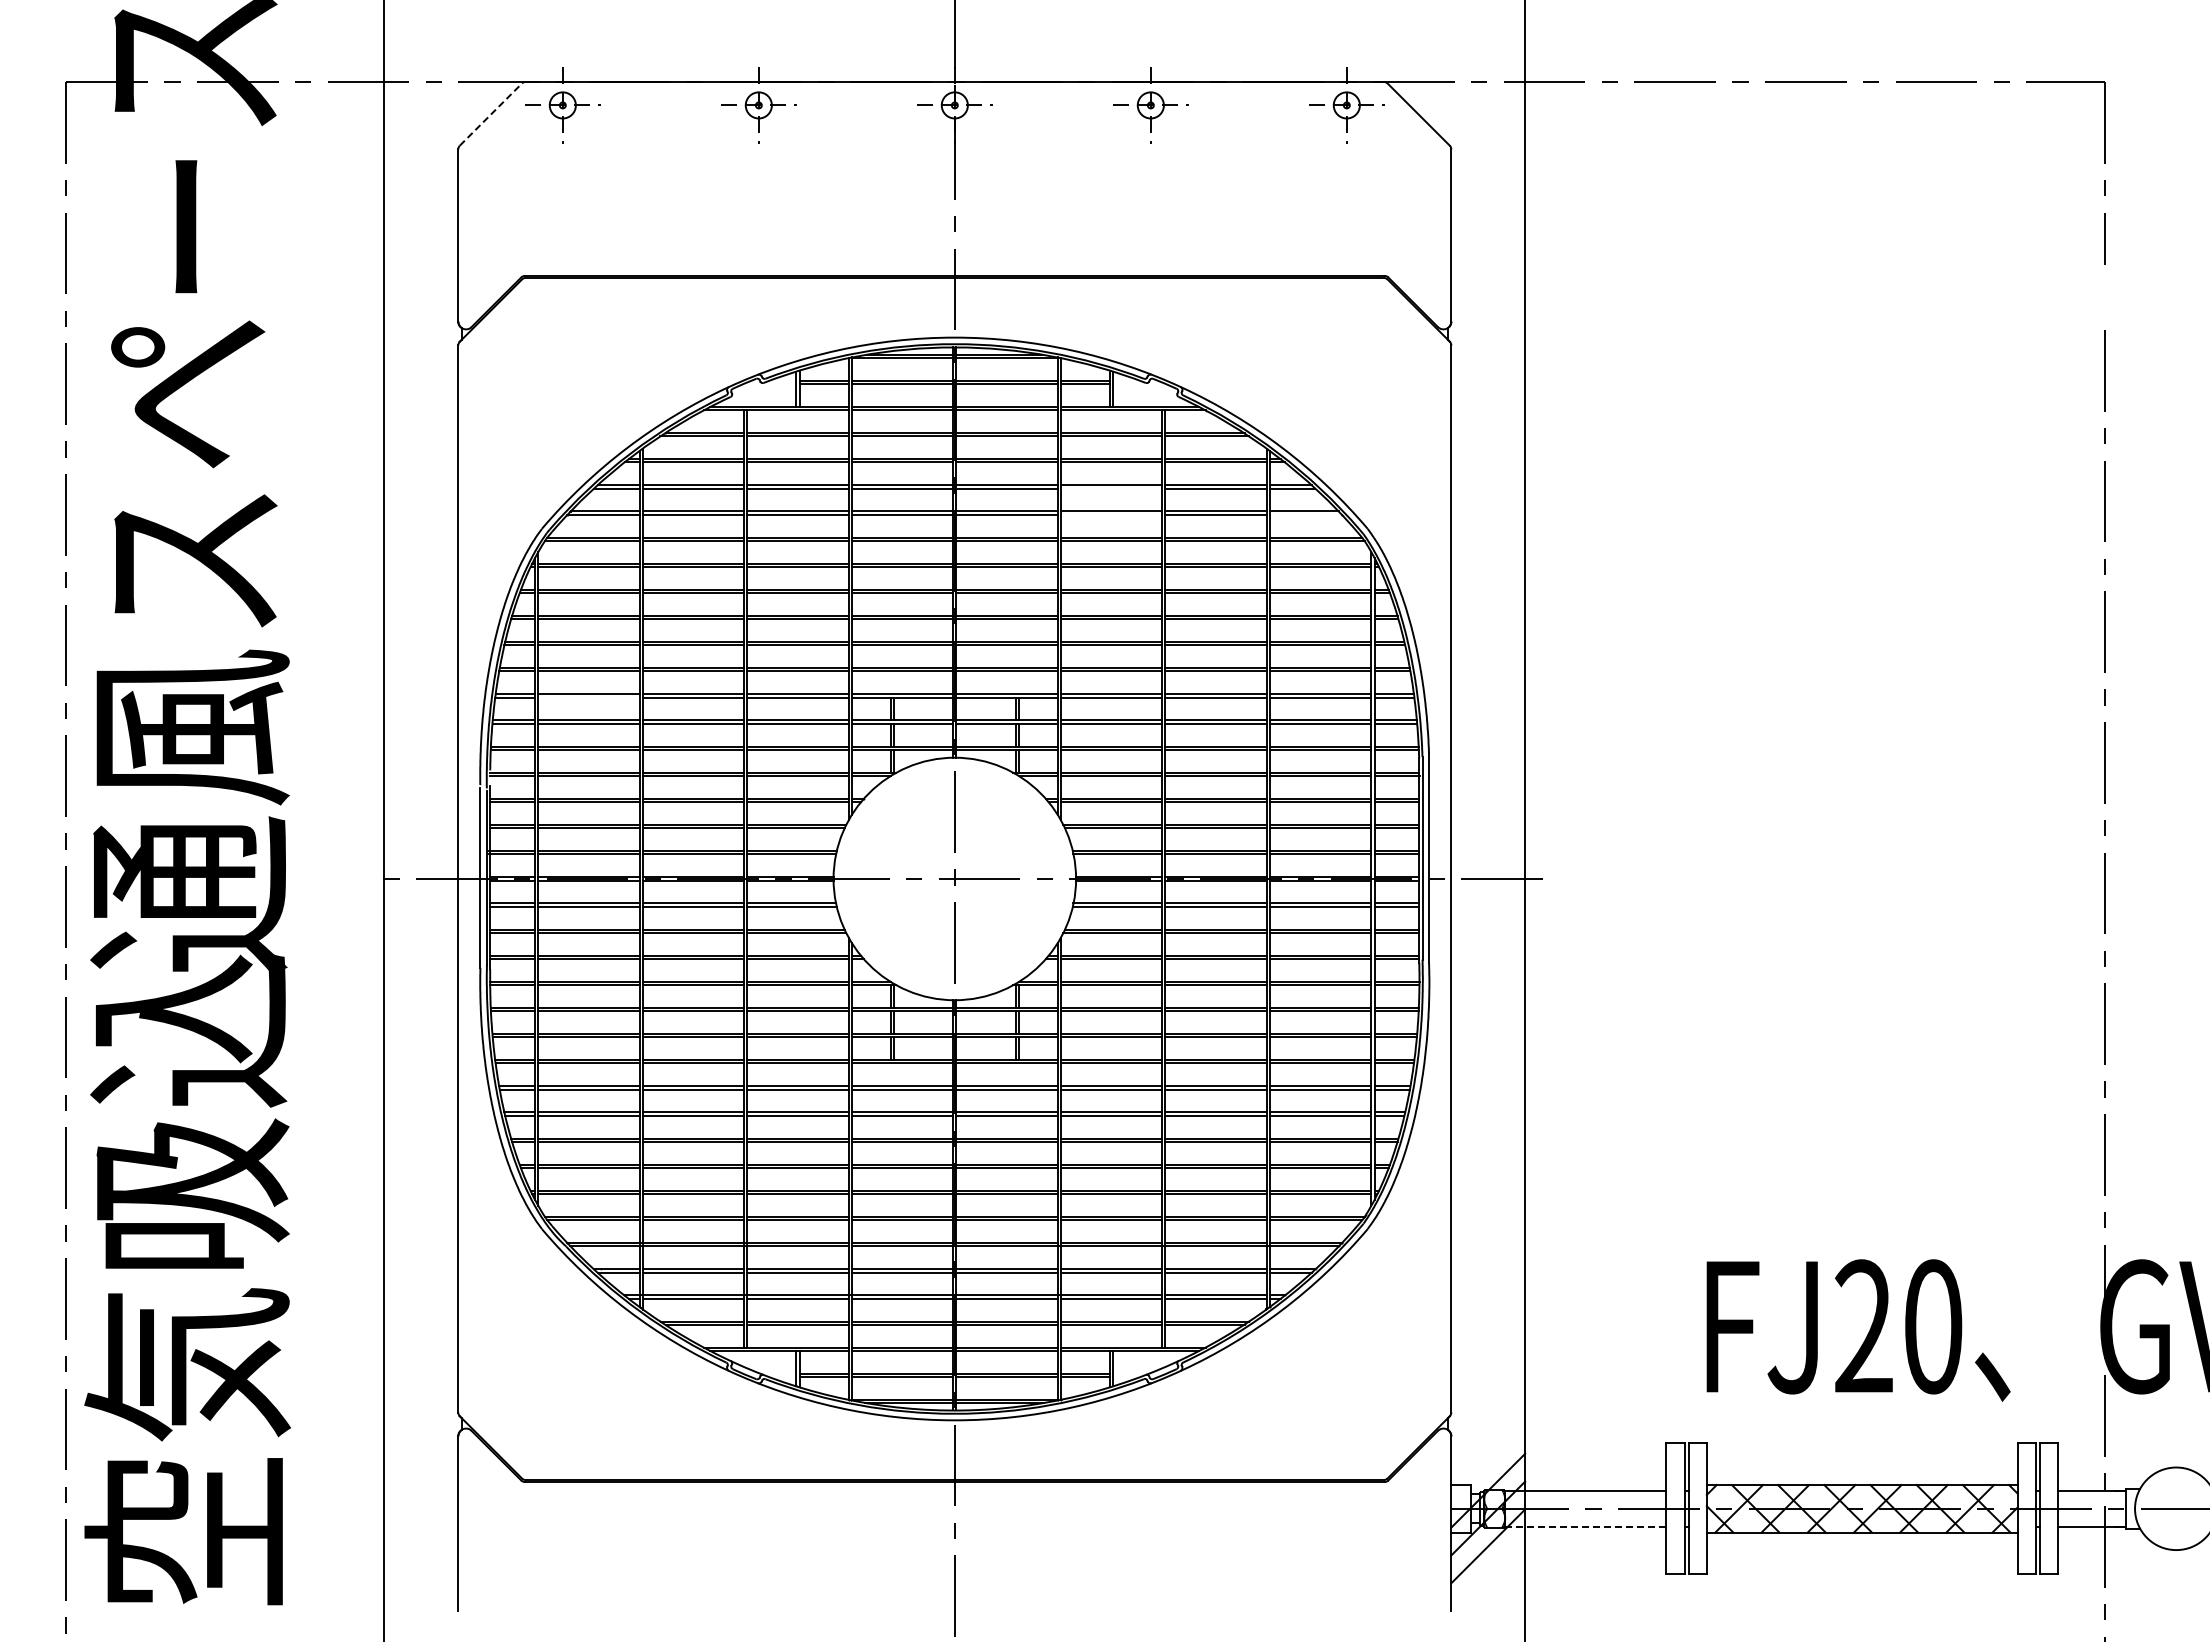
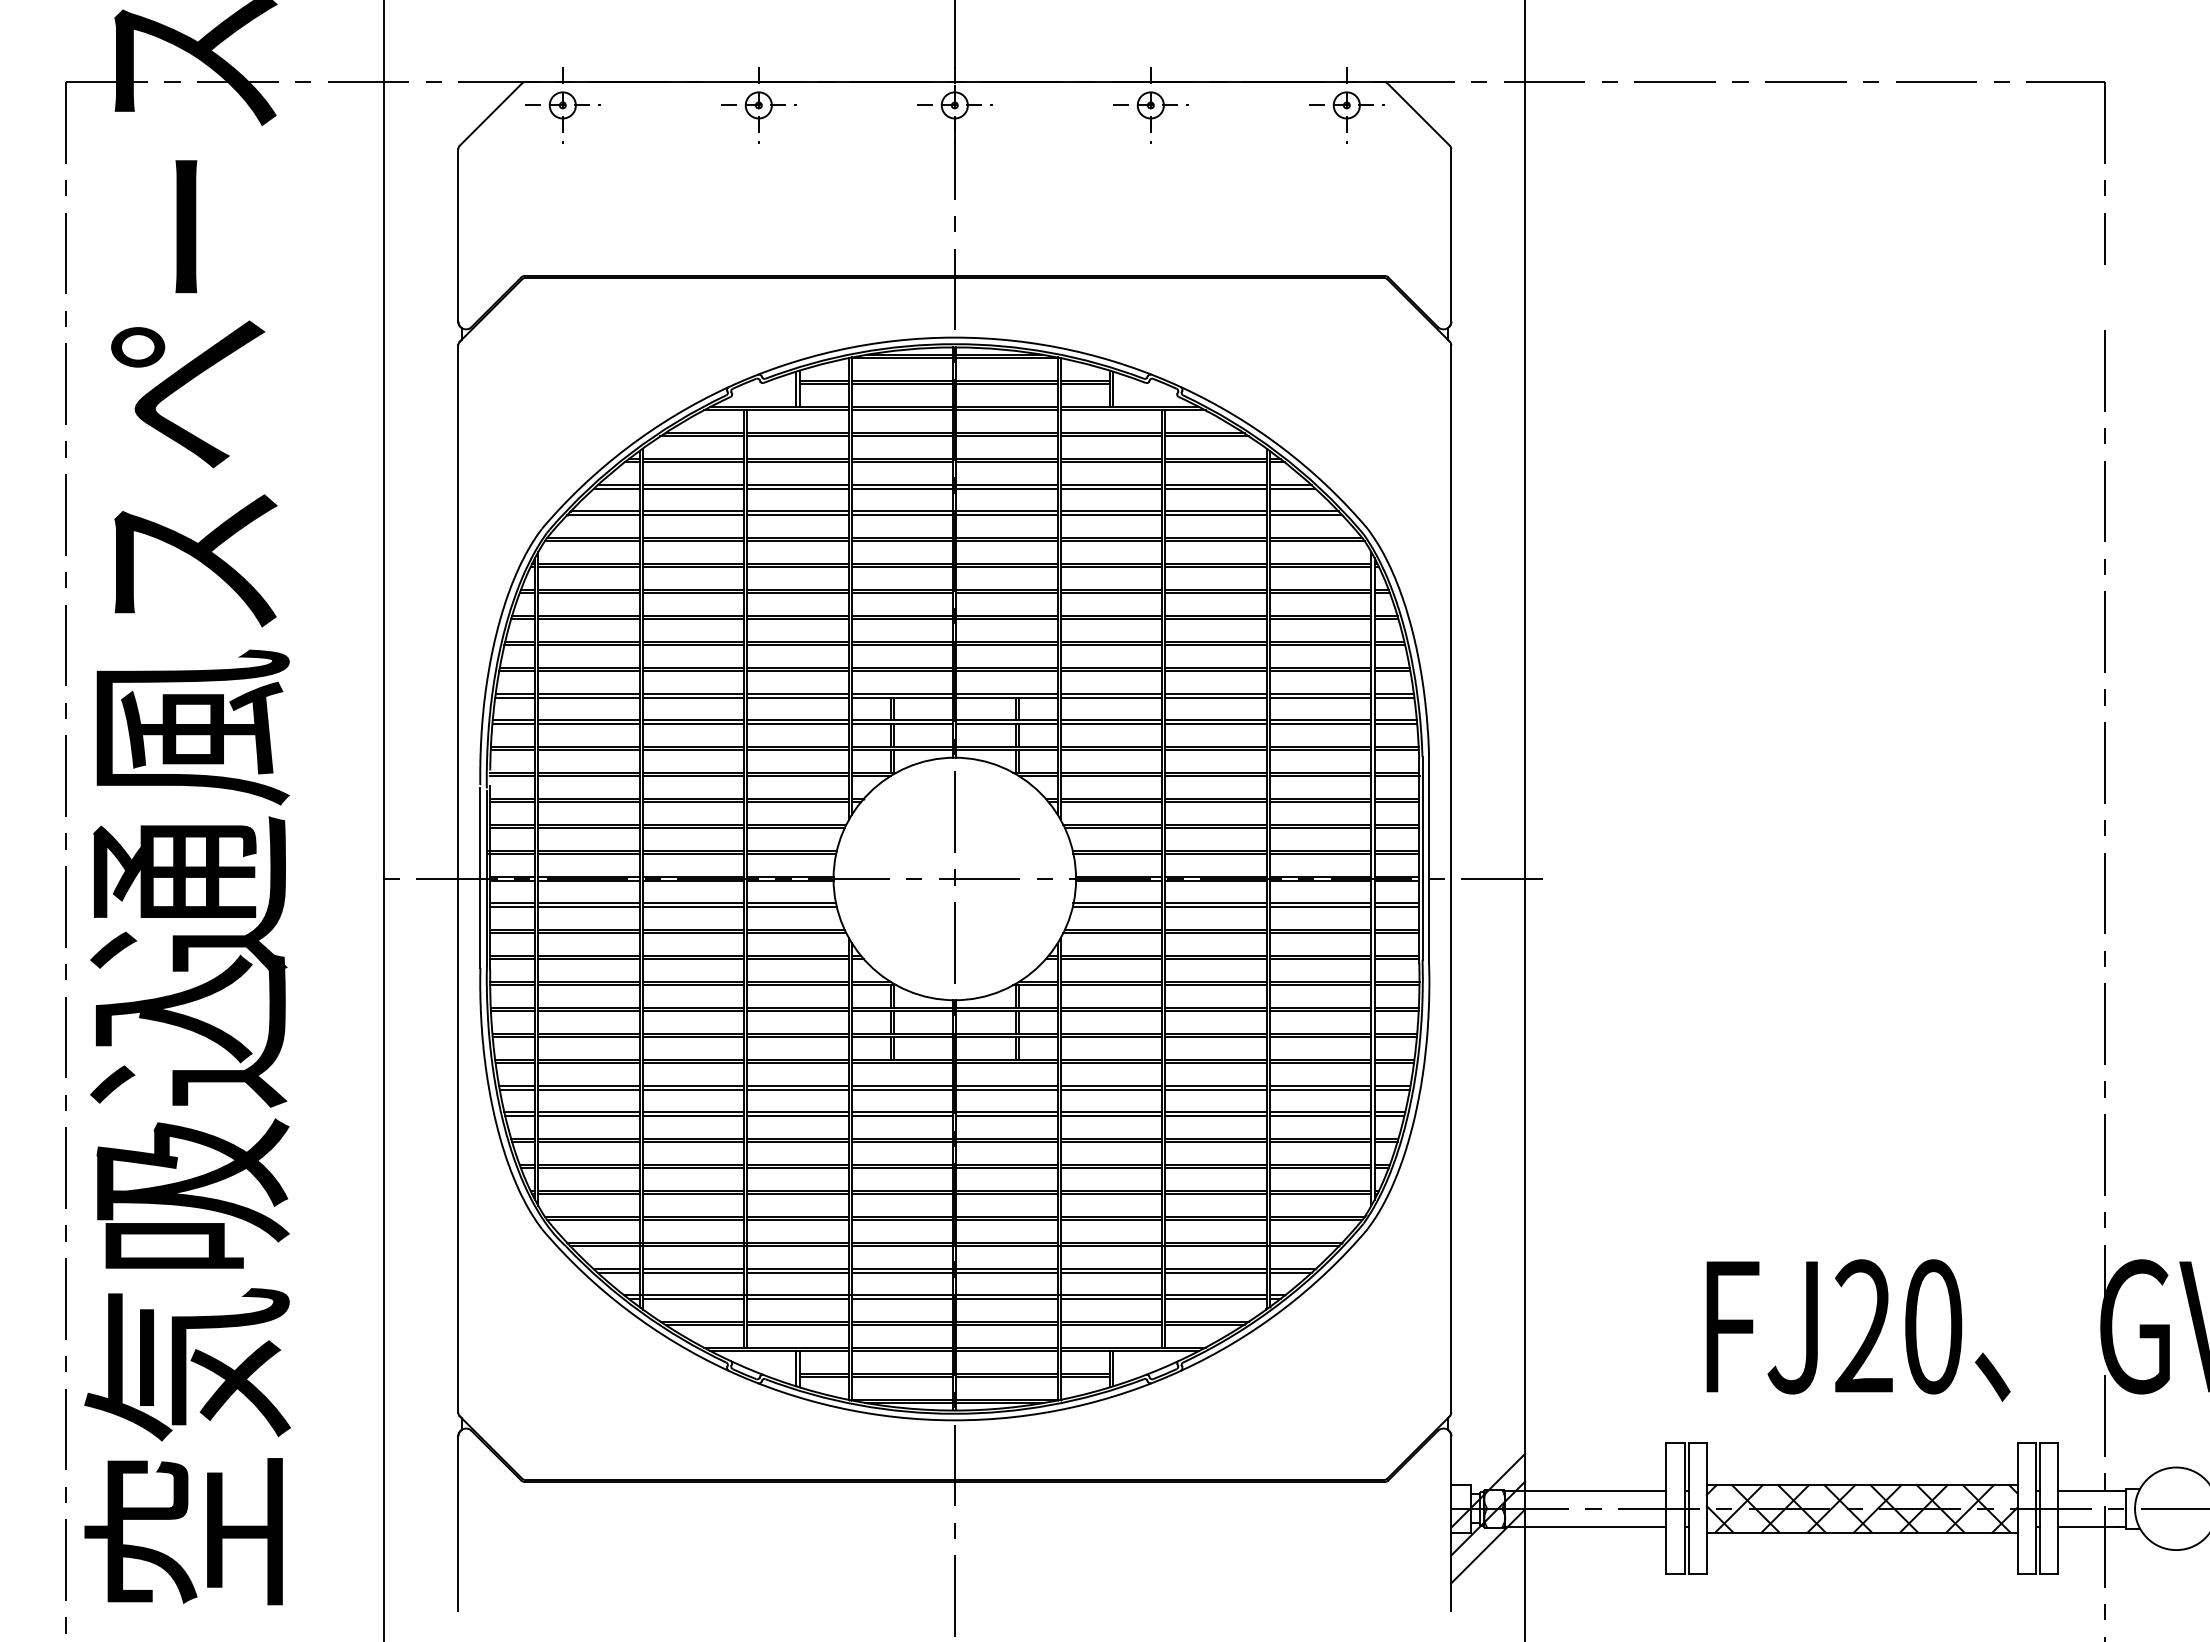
line at (490, 114): dashed -> solid
line at (1111, 488): none -> present
line at (1111, 514): none -> present
line at (1305, 514): none -> present
line at (588, 697): none -> present
line at (1585, 1526): dashed -> solid
